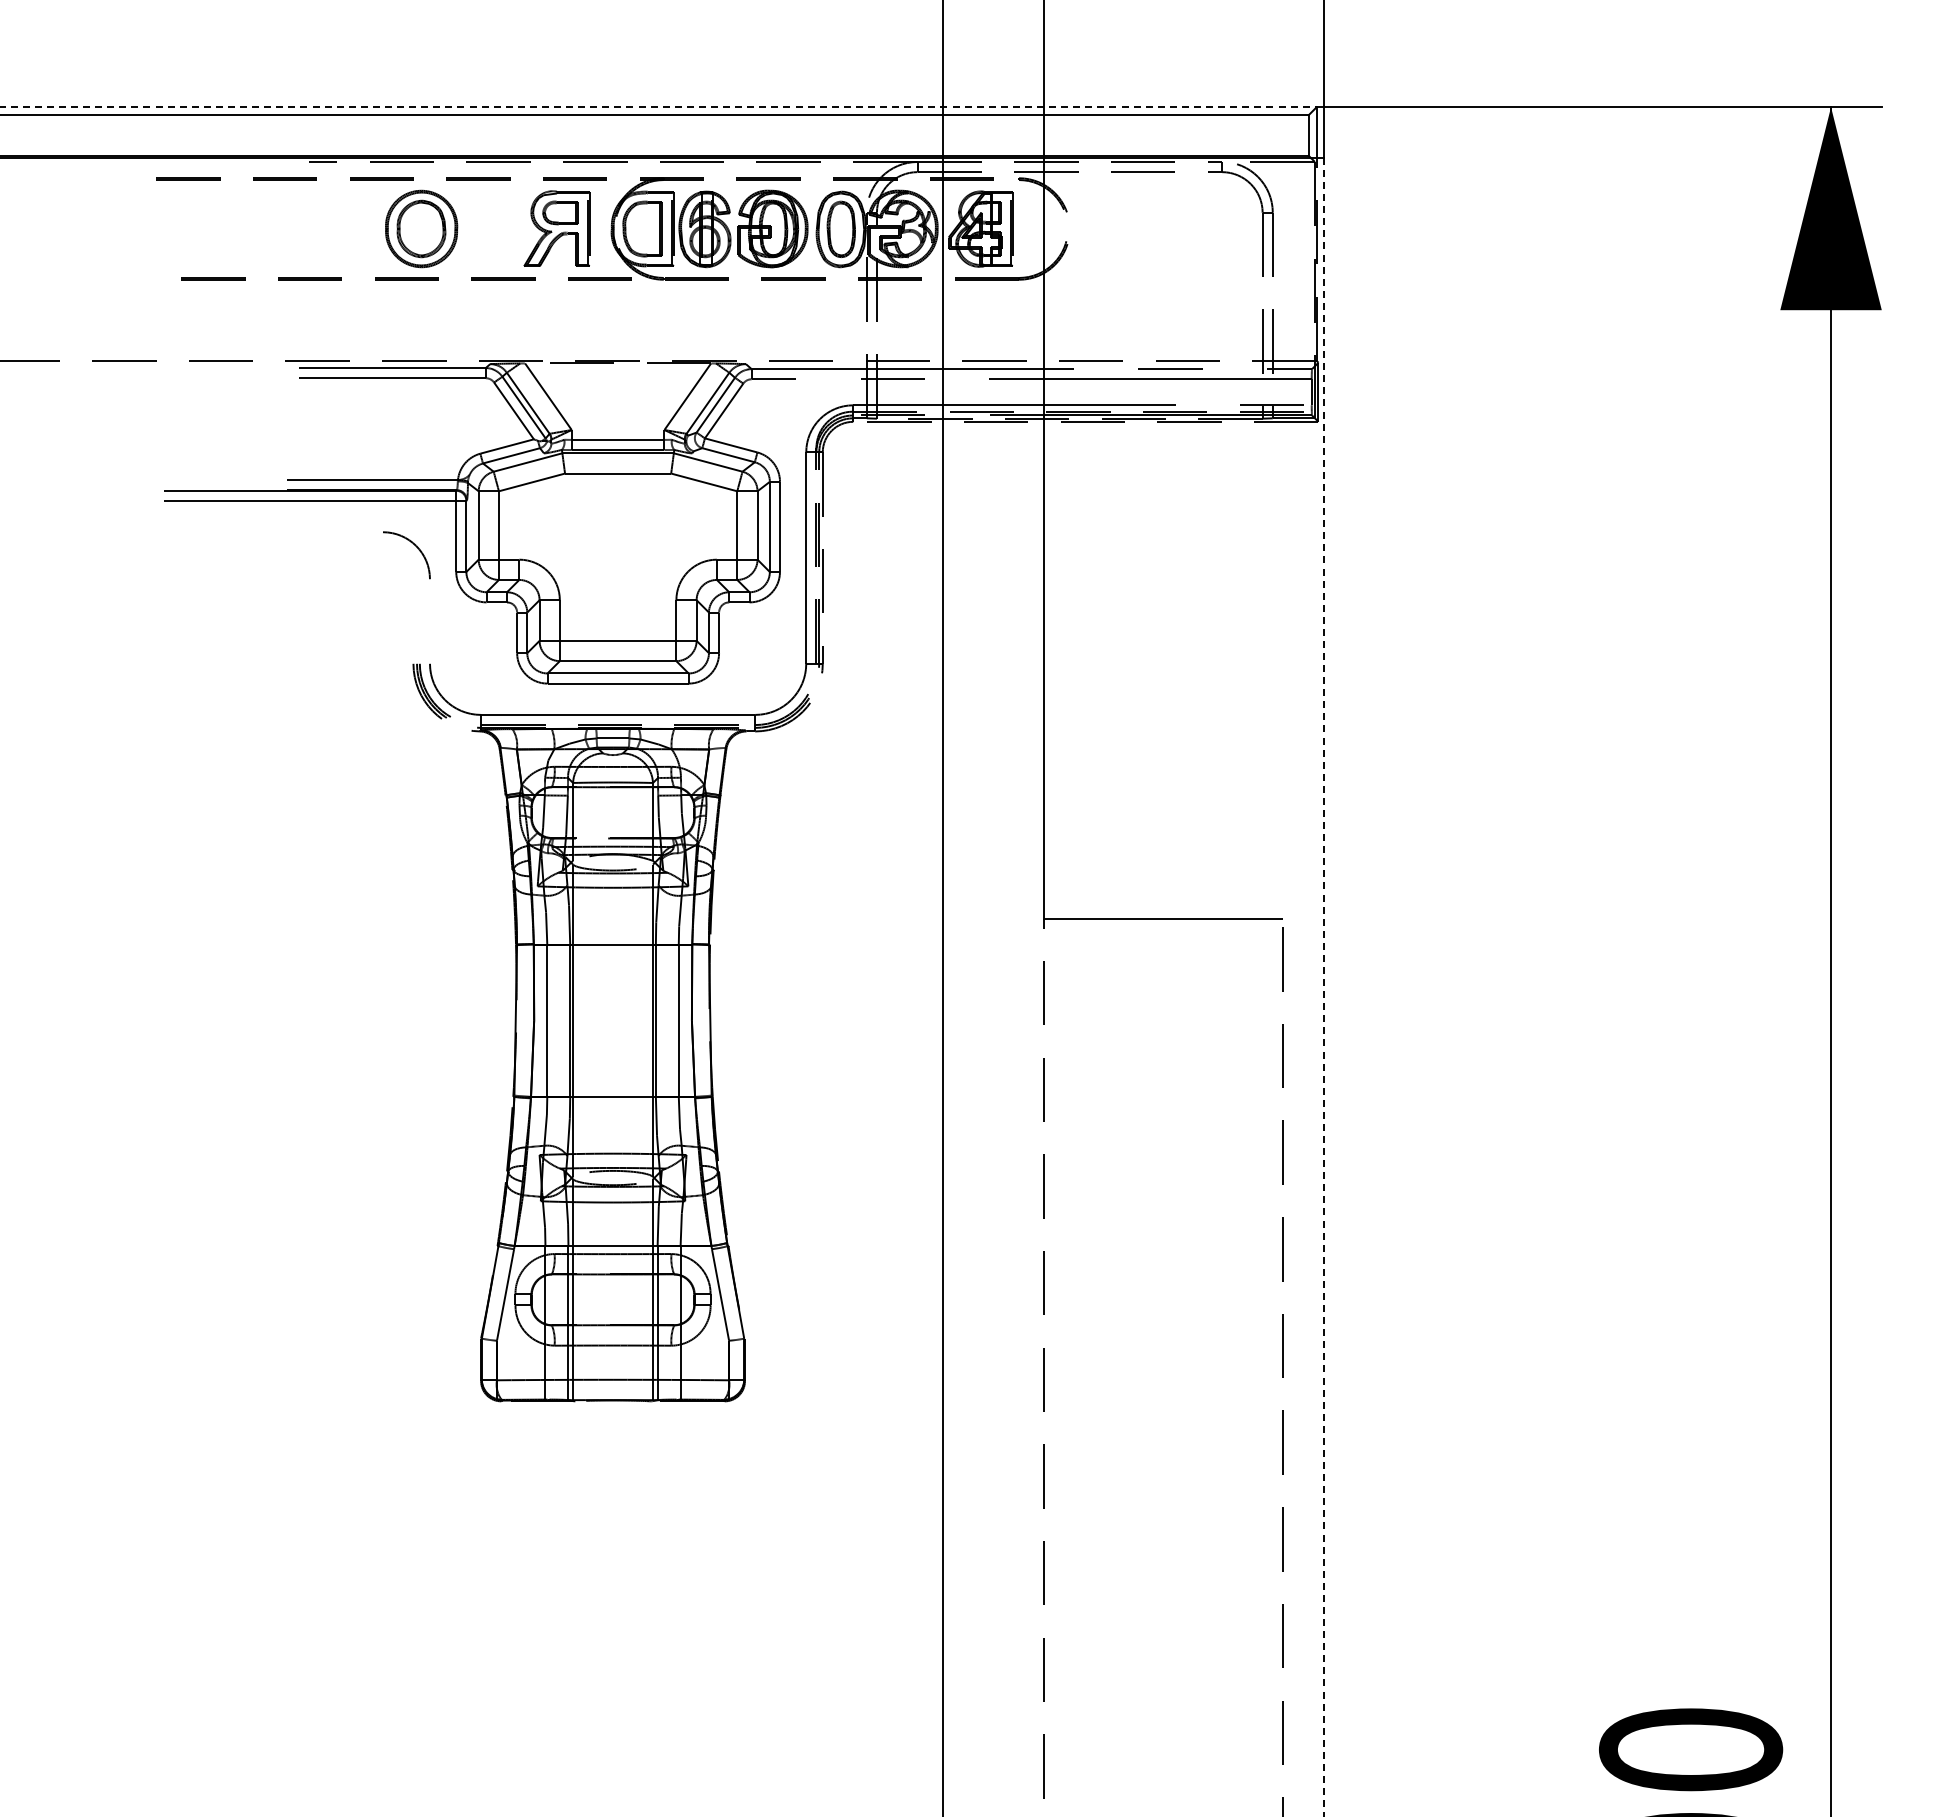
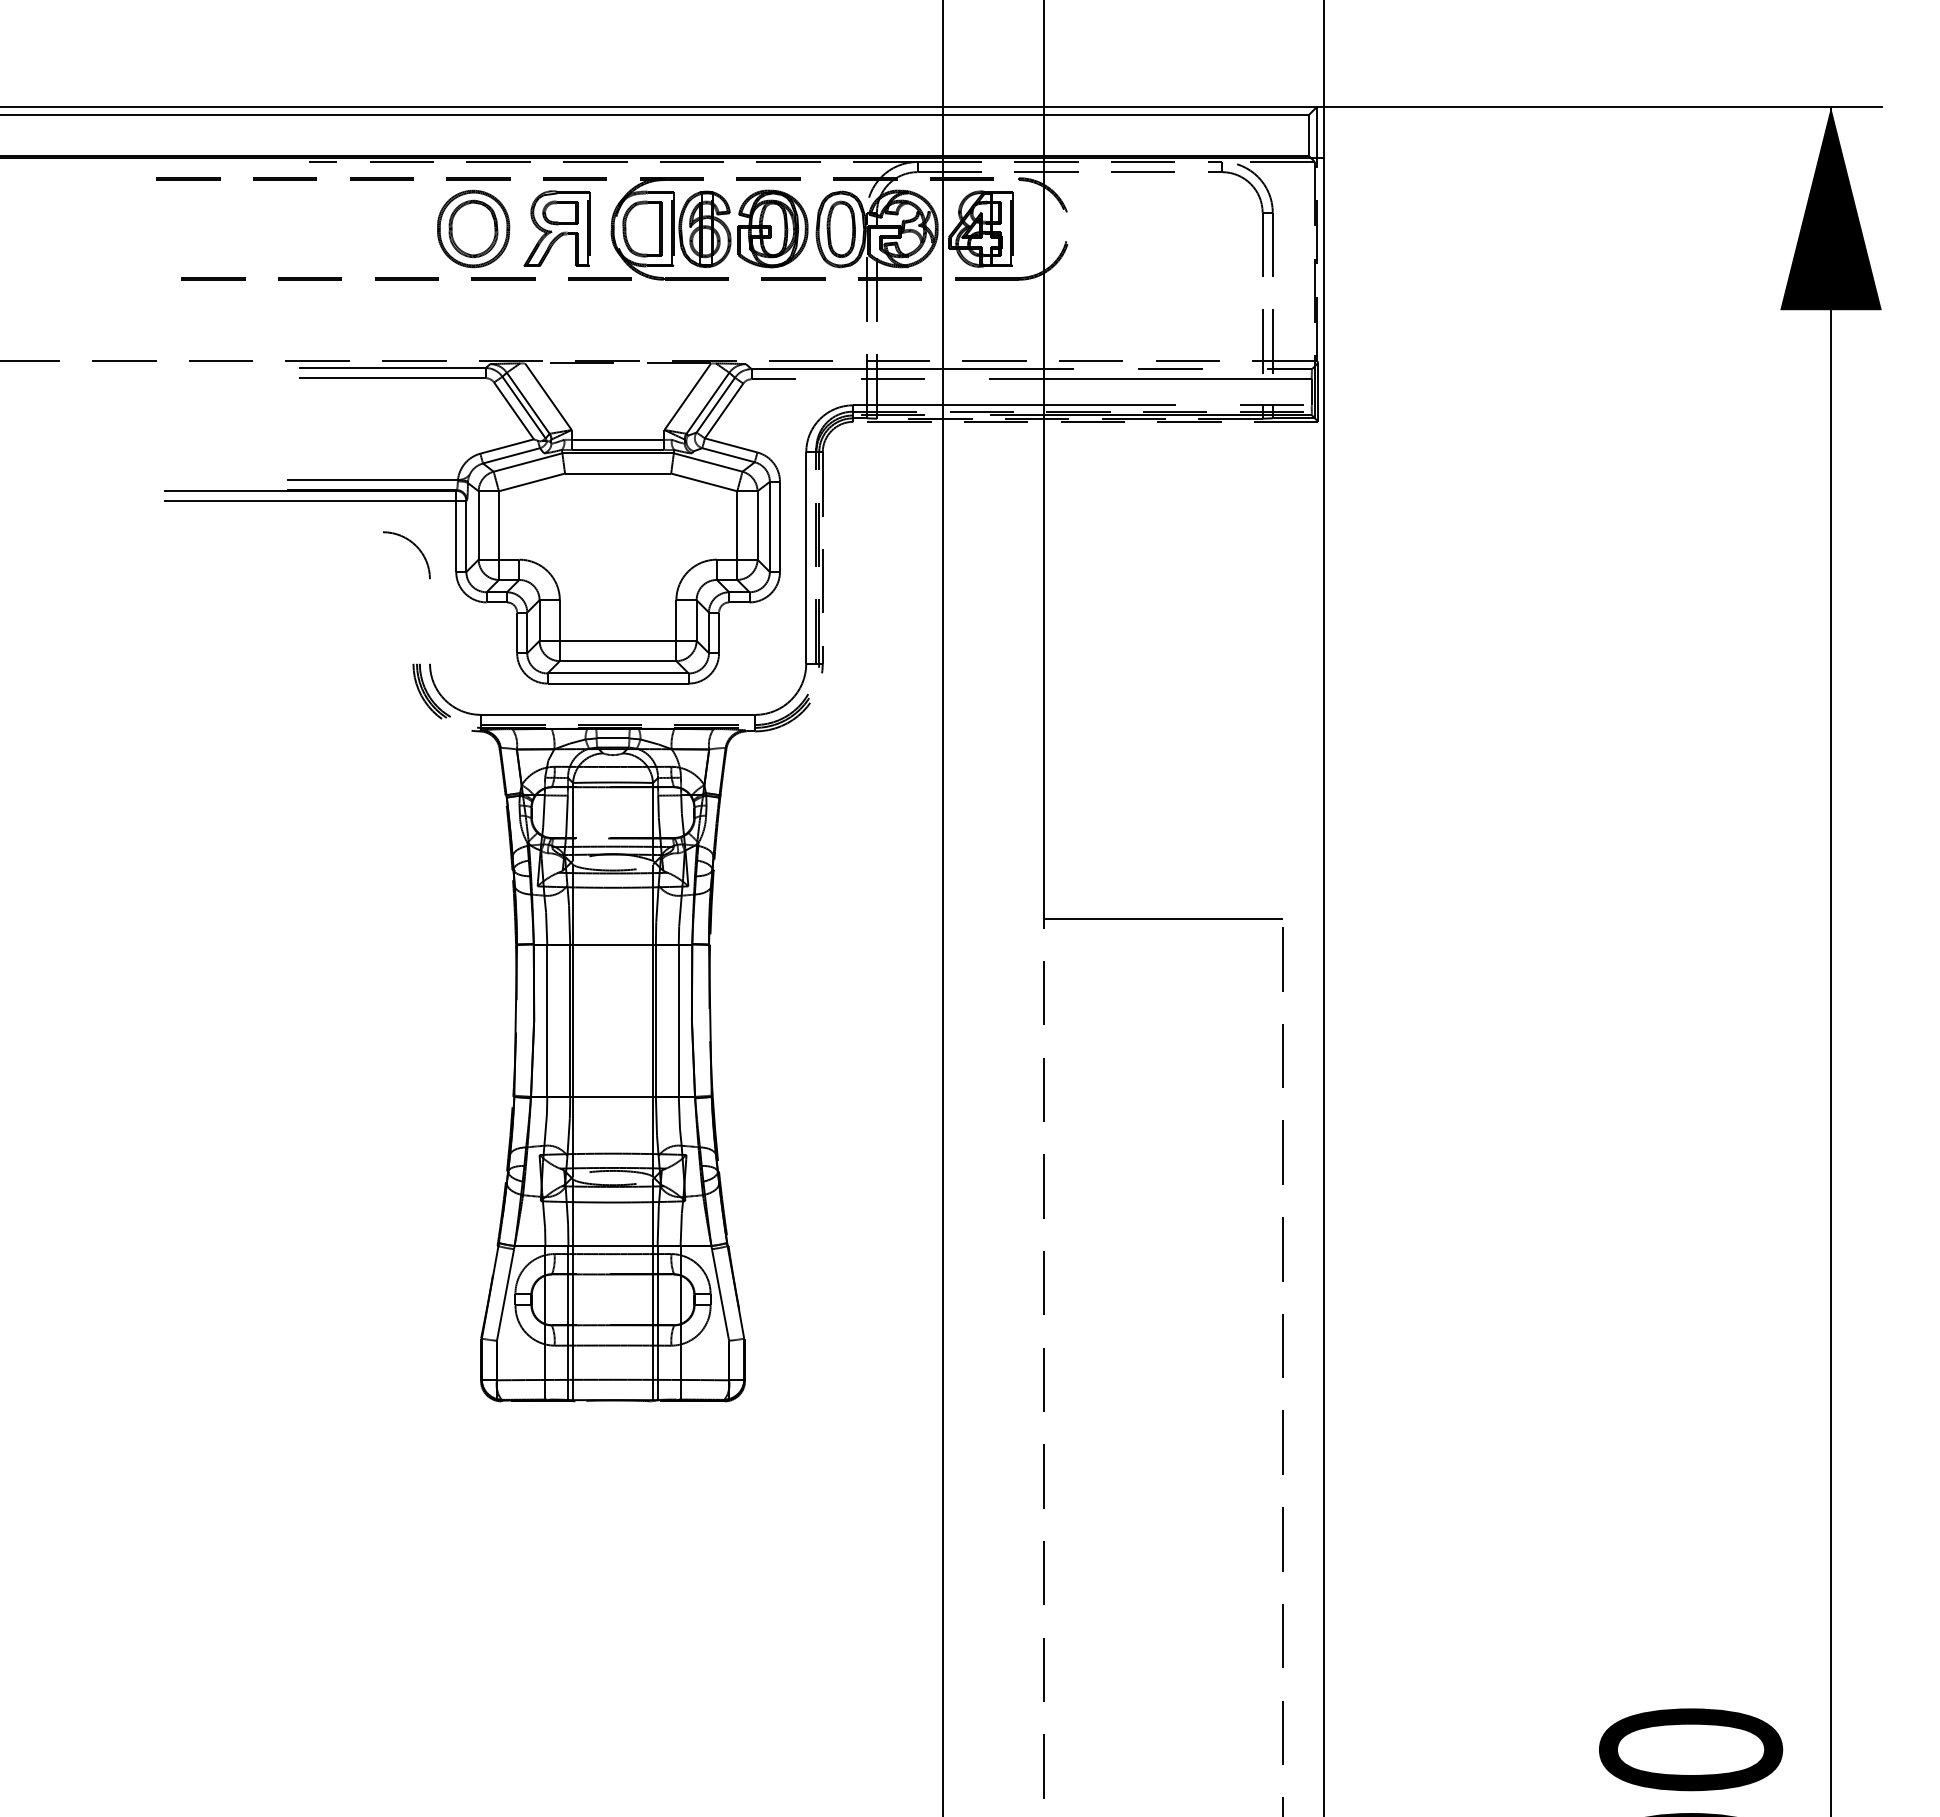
line at (658, 107): dashed -> solid
part at (421, 228) position: (421, 228) -> (473, 228)
line at (1323, 987): dashed -> solid
